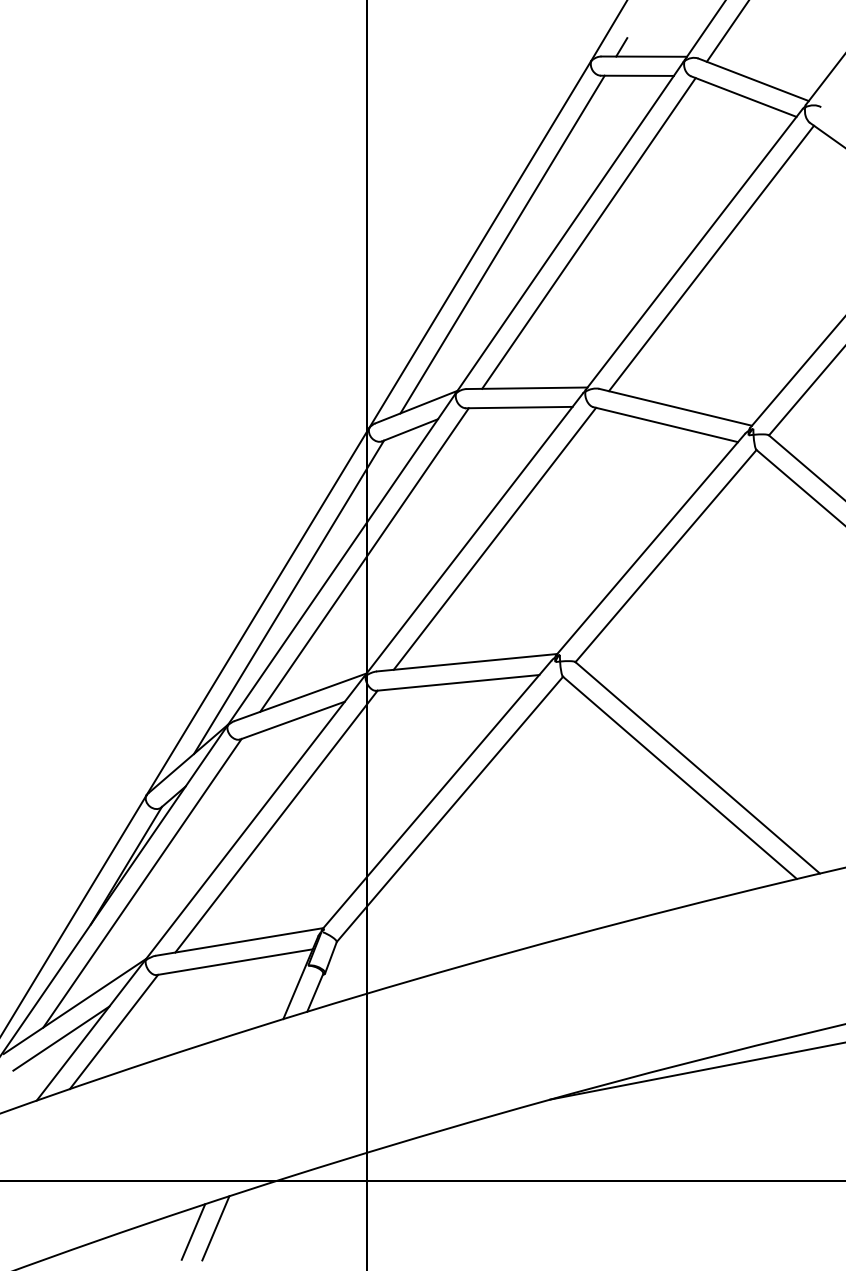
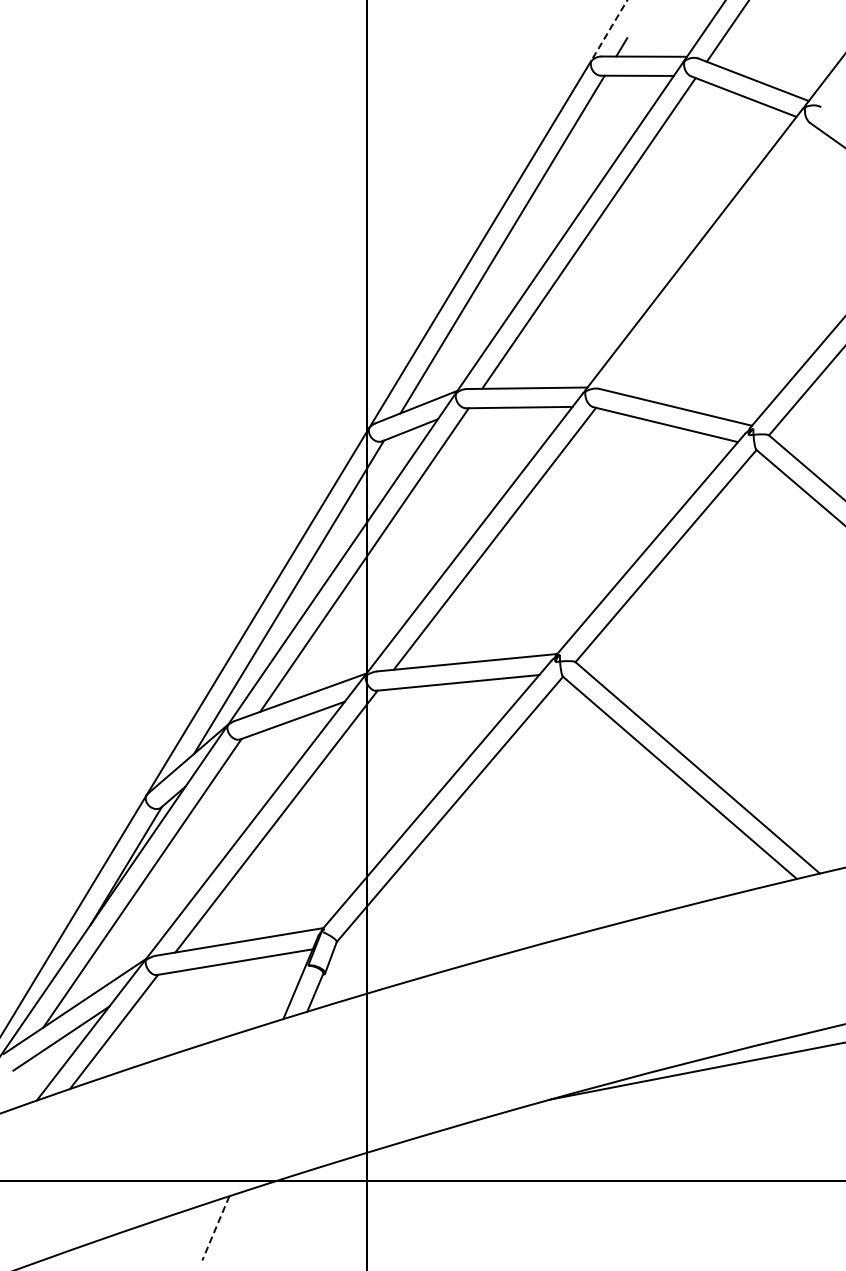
line at (608, 31): solid -> dashed
line at (711, 258): present -> none
line at (215, 1228): solid -> dashed
line at (193, 1231): present -> none
